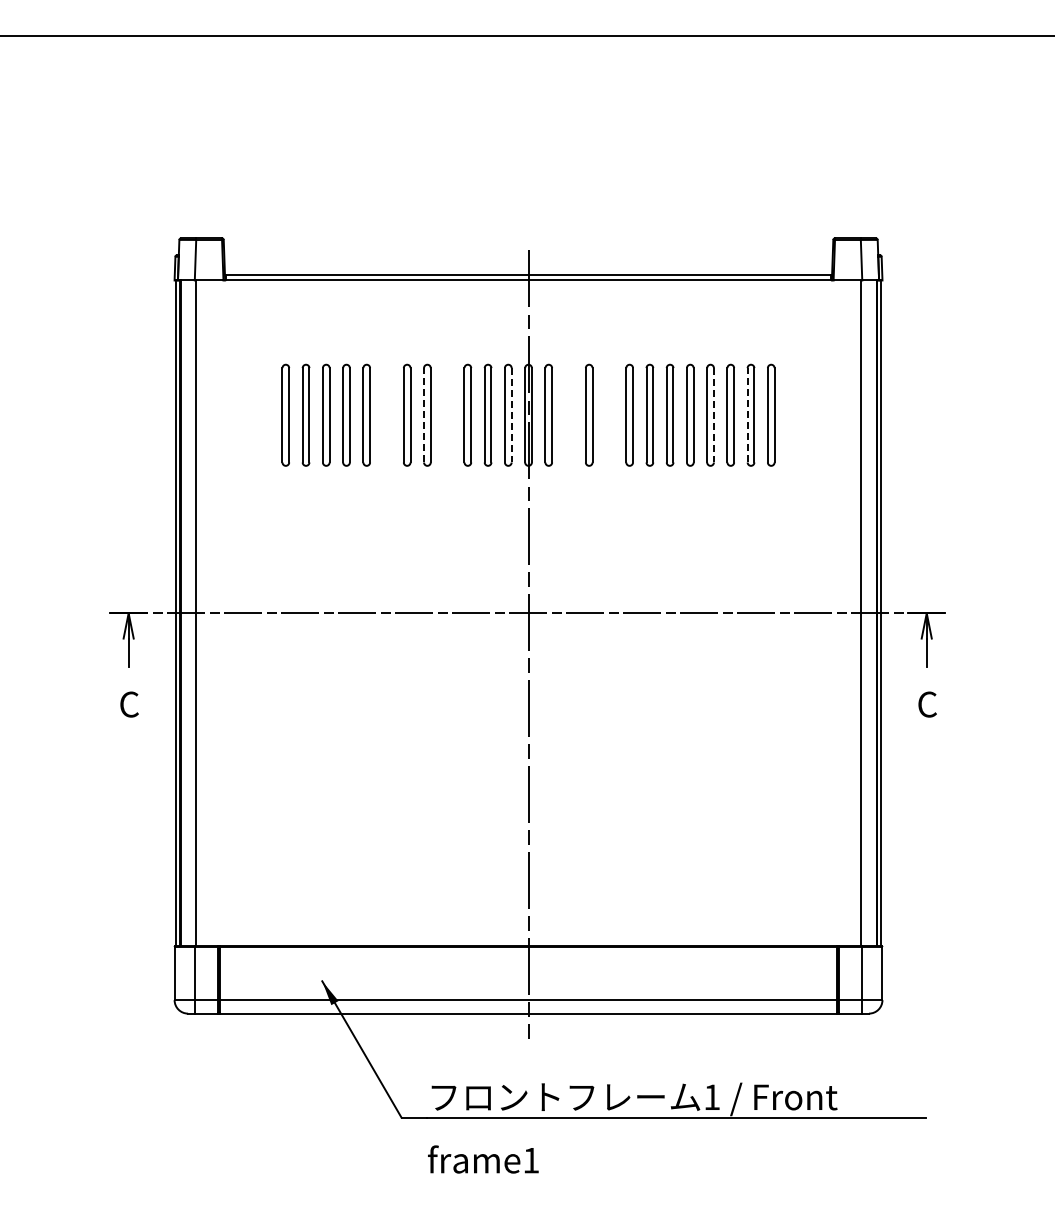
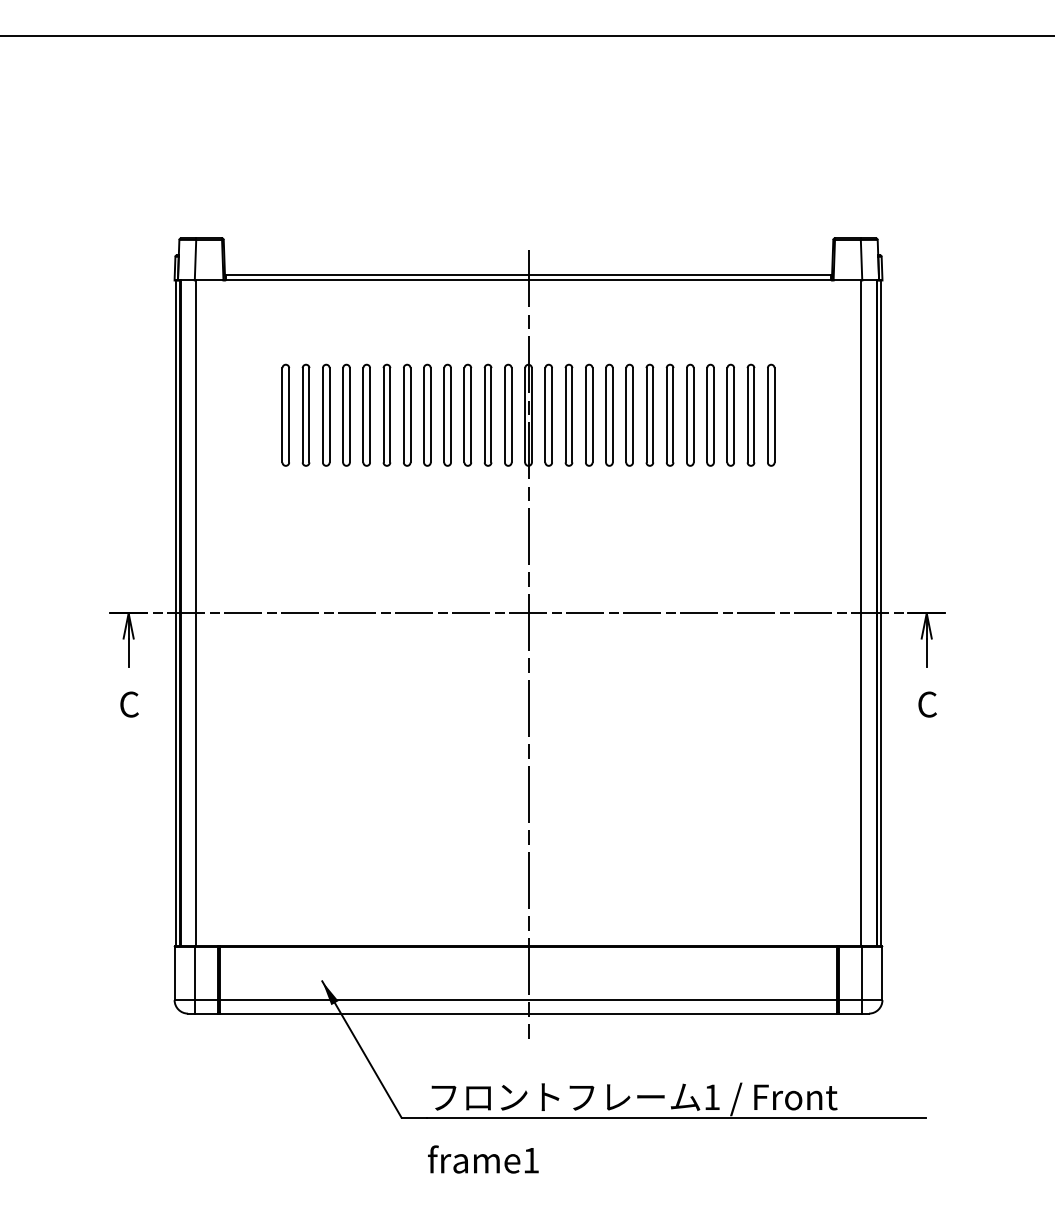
part at (386, 414): none -> present
line at (424, 414): dashed -> solid
part at (447, 414): none -> present
part at (568, 414): none -> present
part at (609, 414): none -> present
line at (747, 414): dashed -> solid
line at (511, 415): dashed -> solid
line at (713, 415): dashed -> solid
